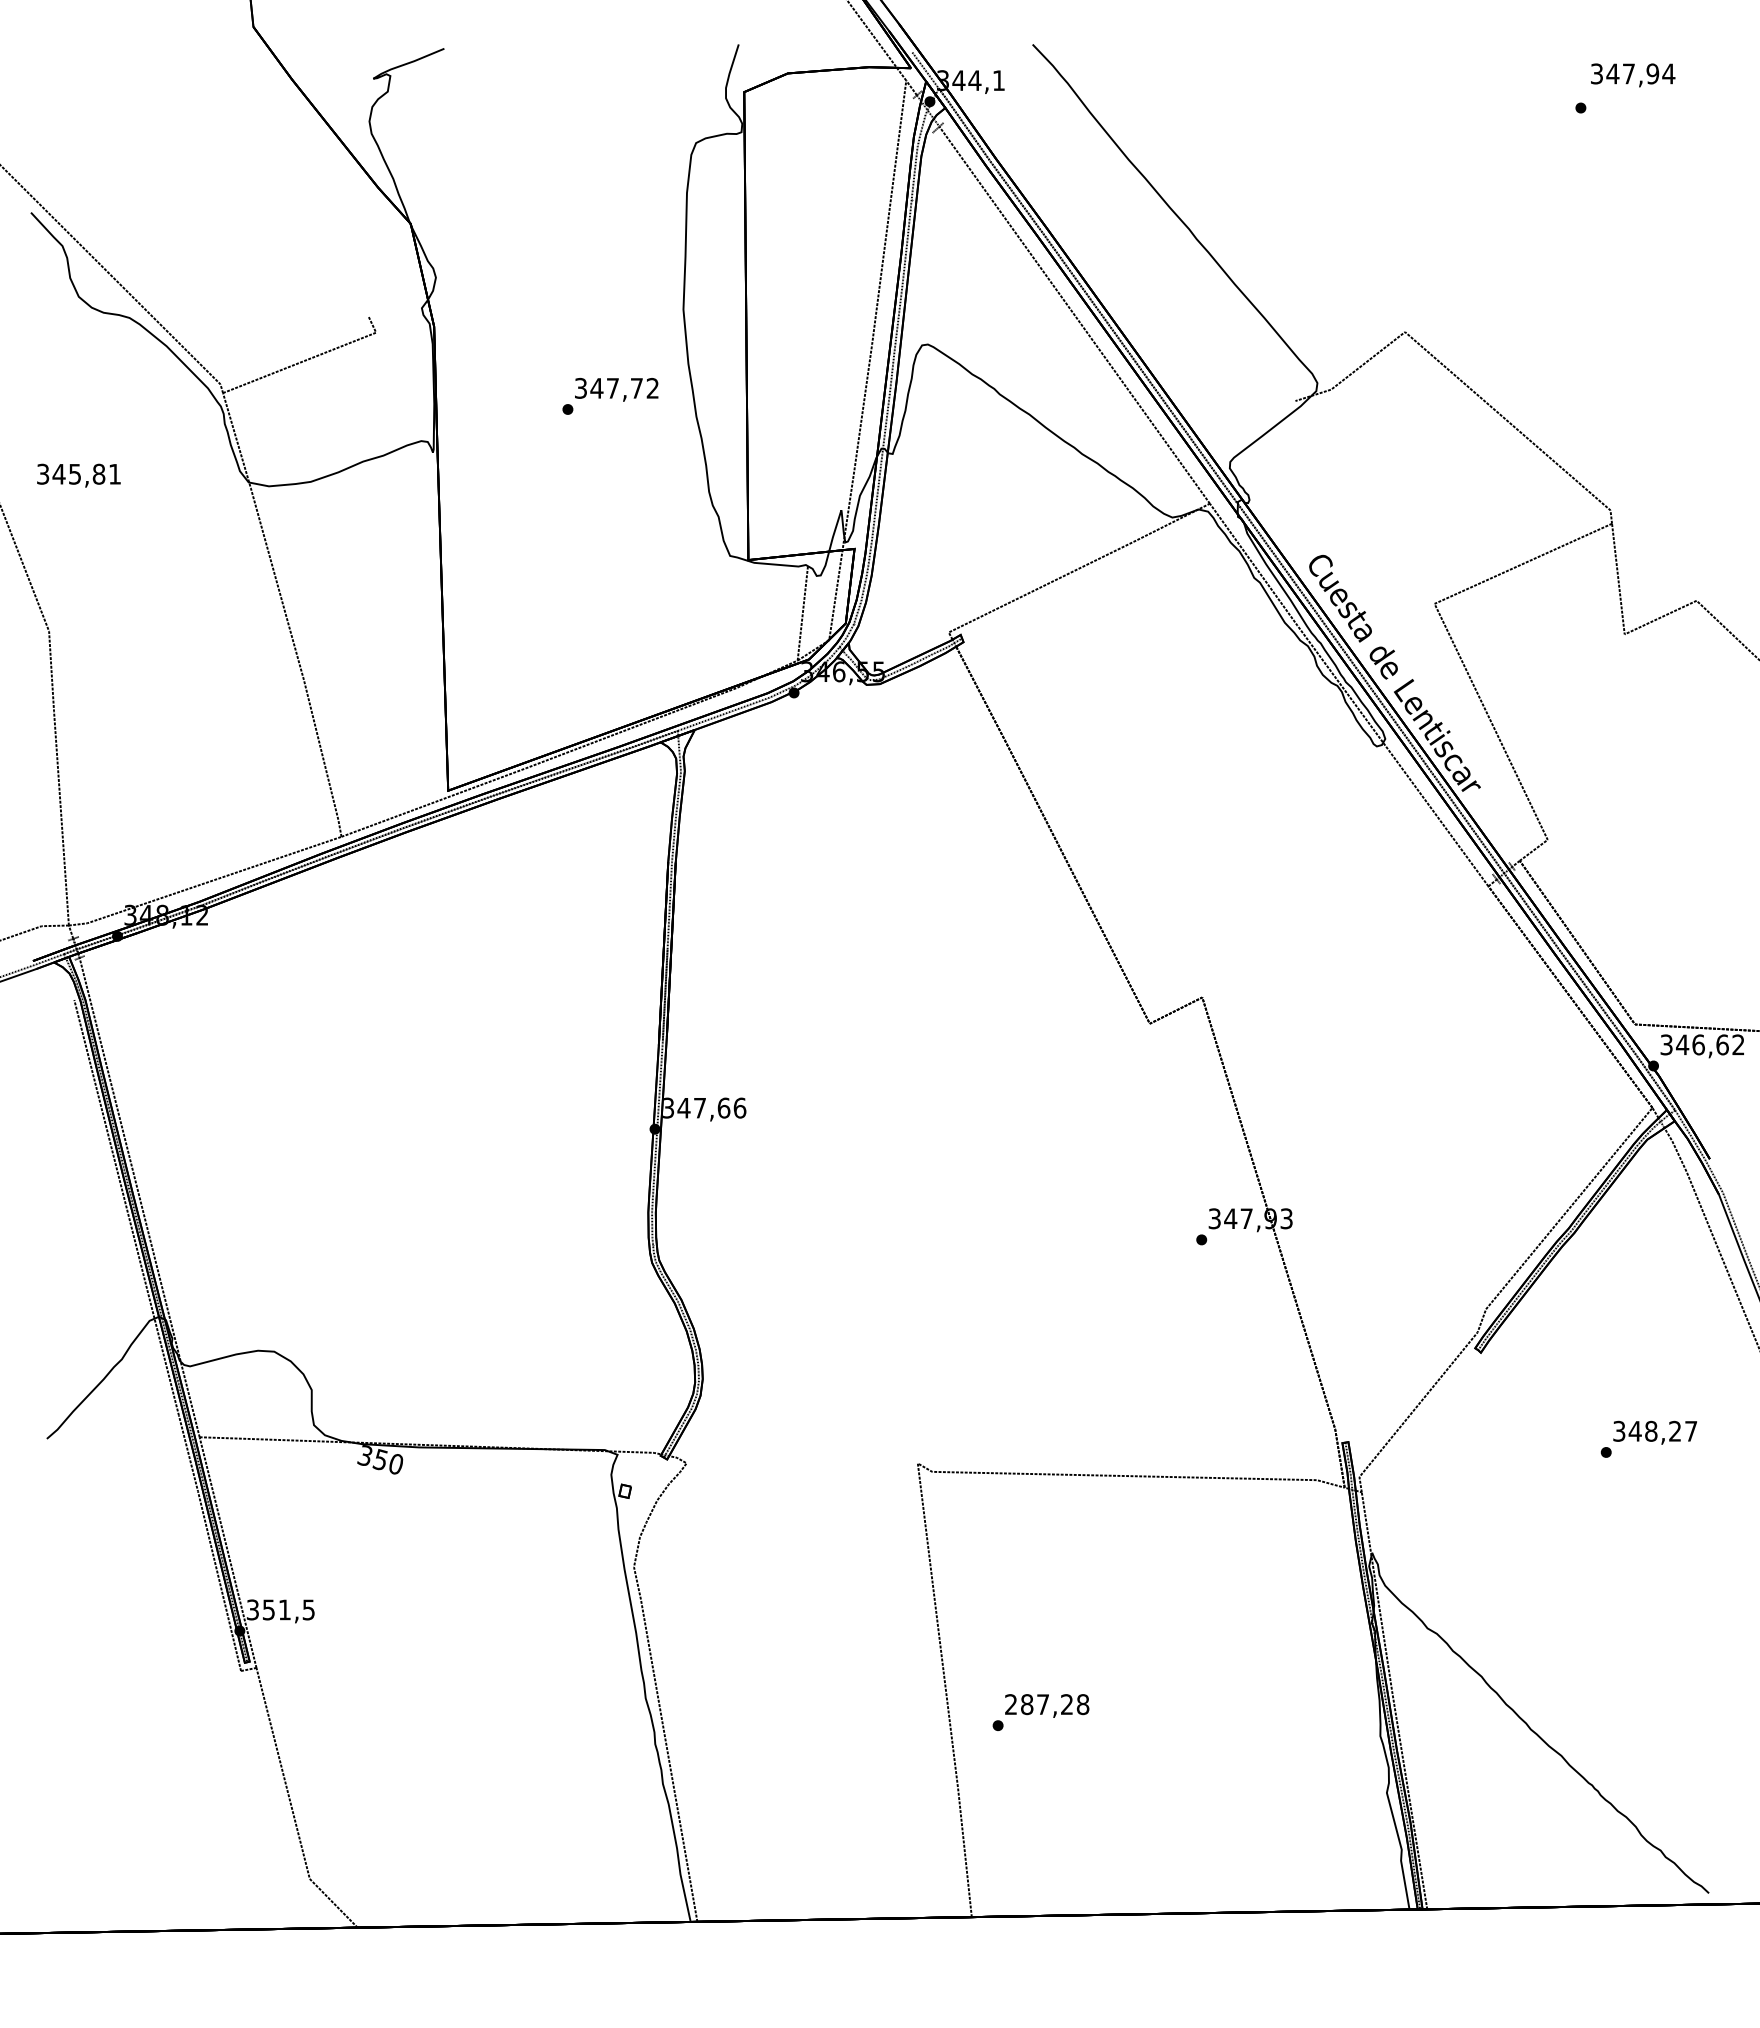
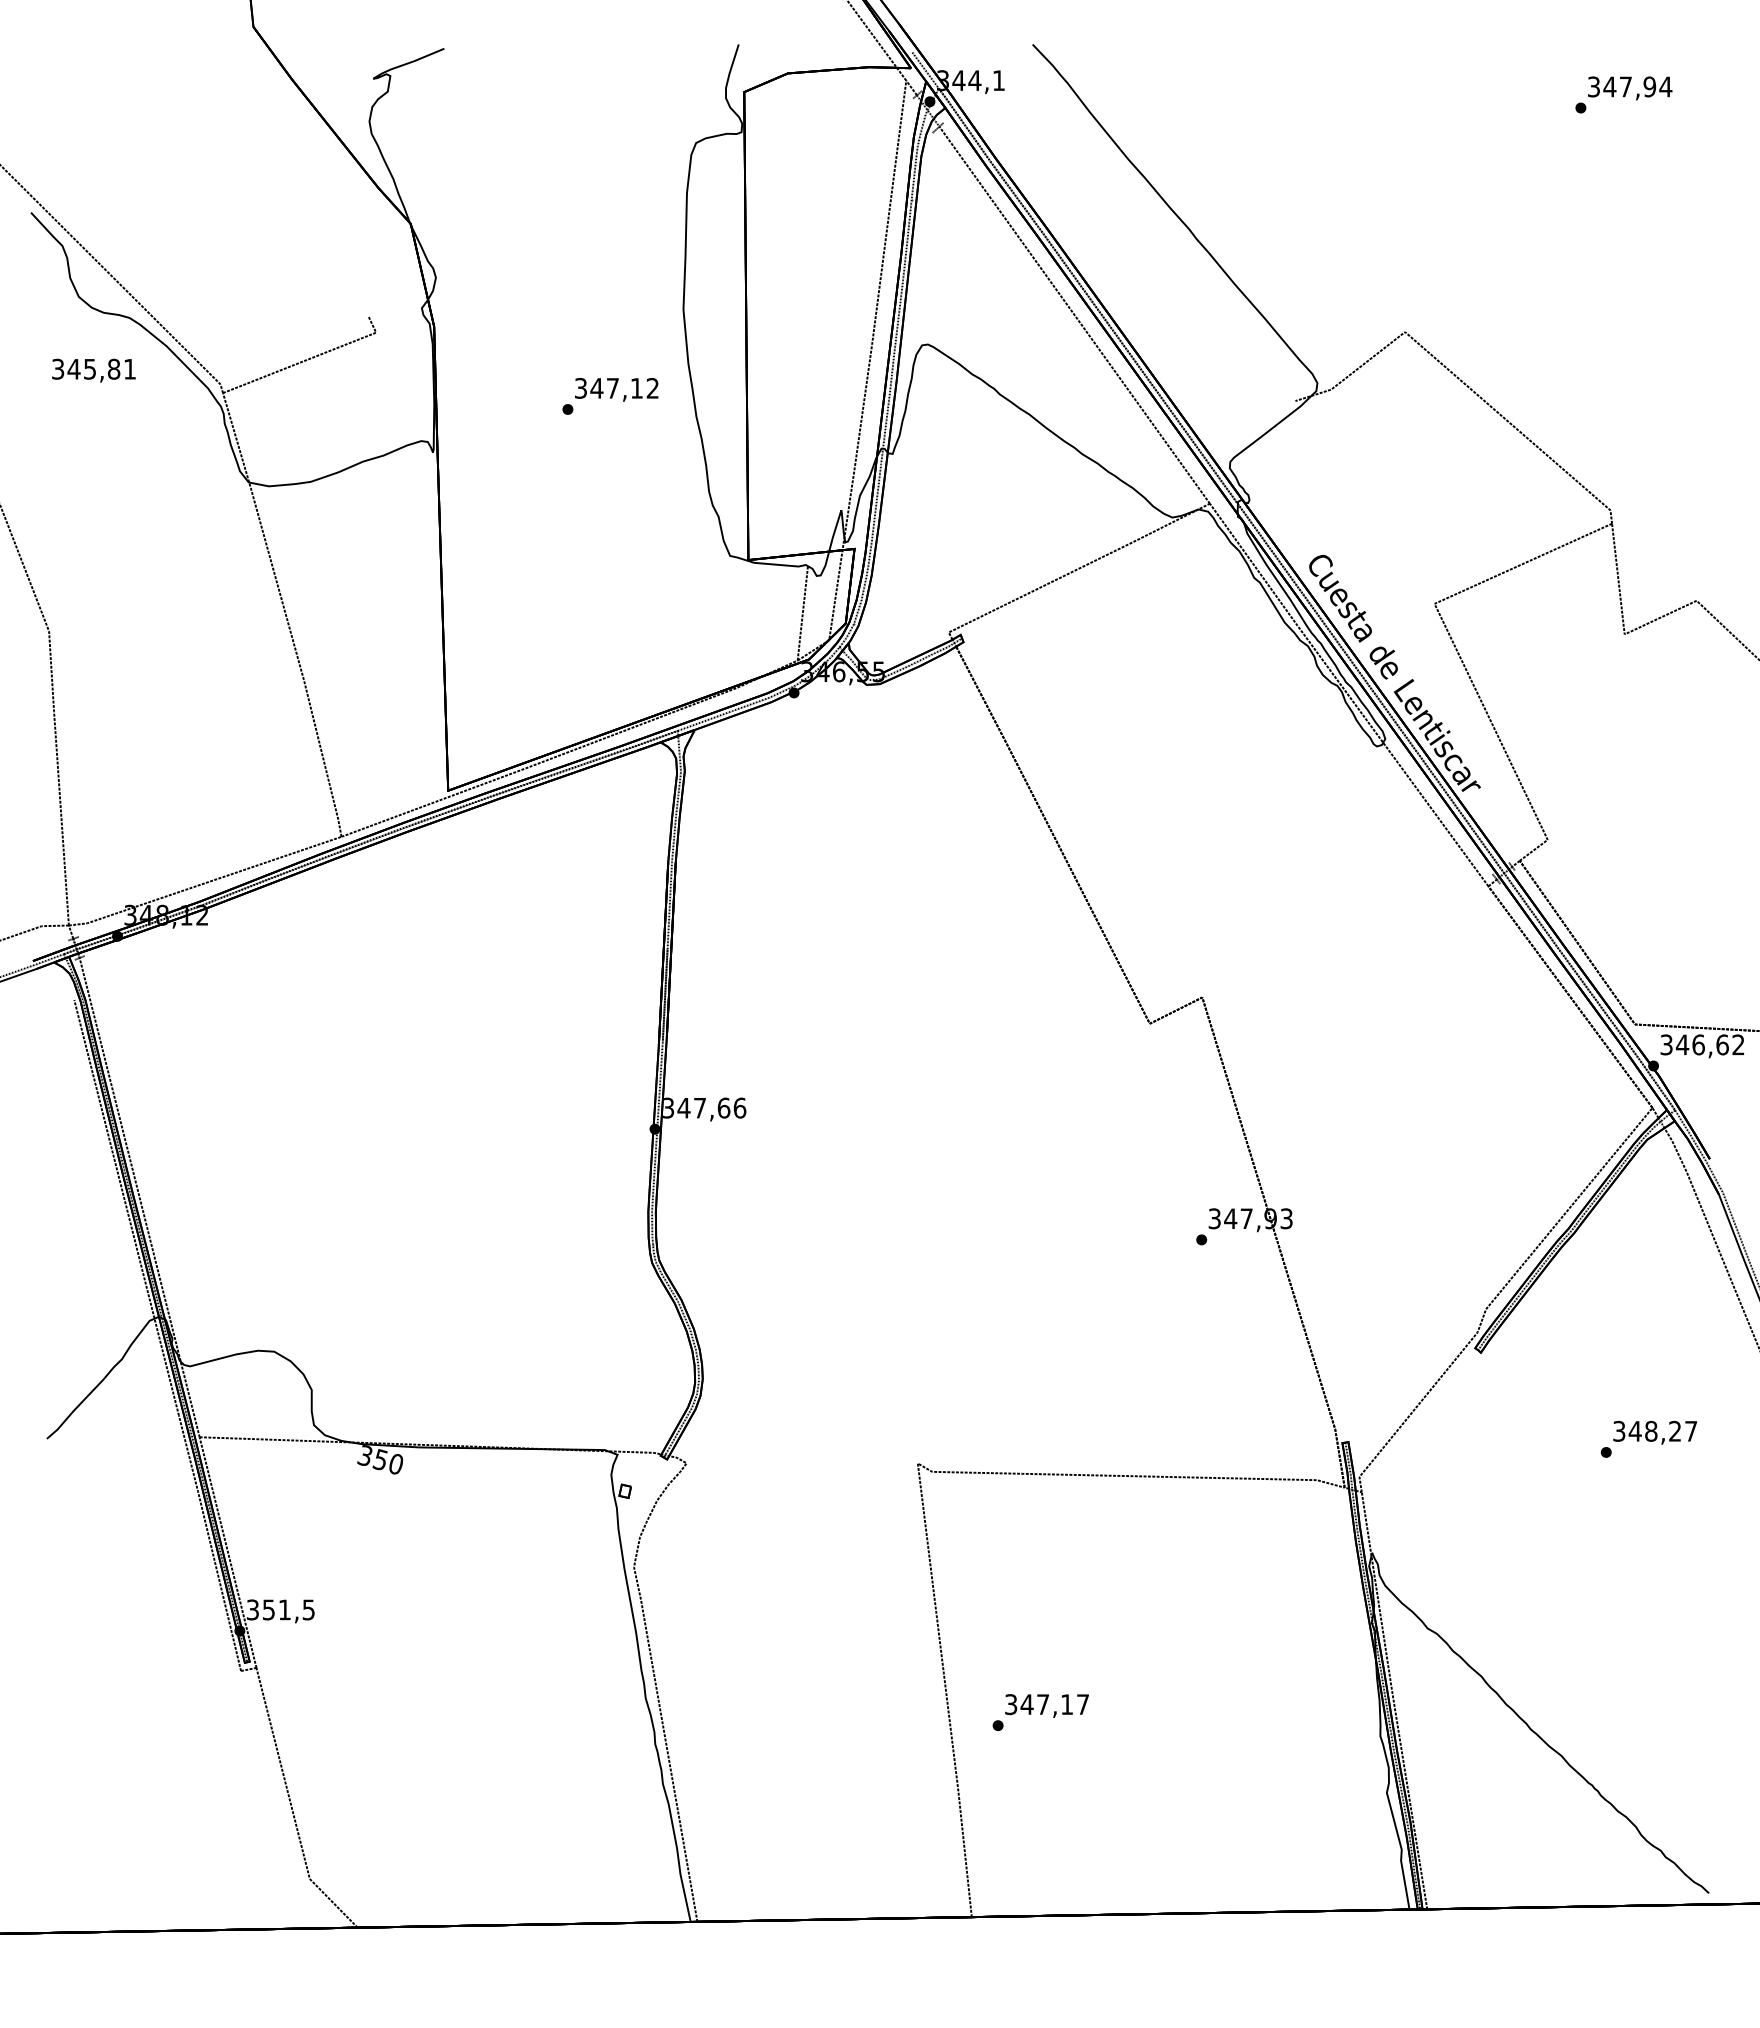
text at (1633, 75) position: (1633, 75) -> (1630, 88)
text at (636, 388): 347,72 -> 347,12
text at (78, 475) position: (78, 475) -> (93, 370)
text at (1047, 1704): 287,28 -> 347,17
